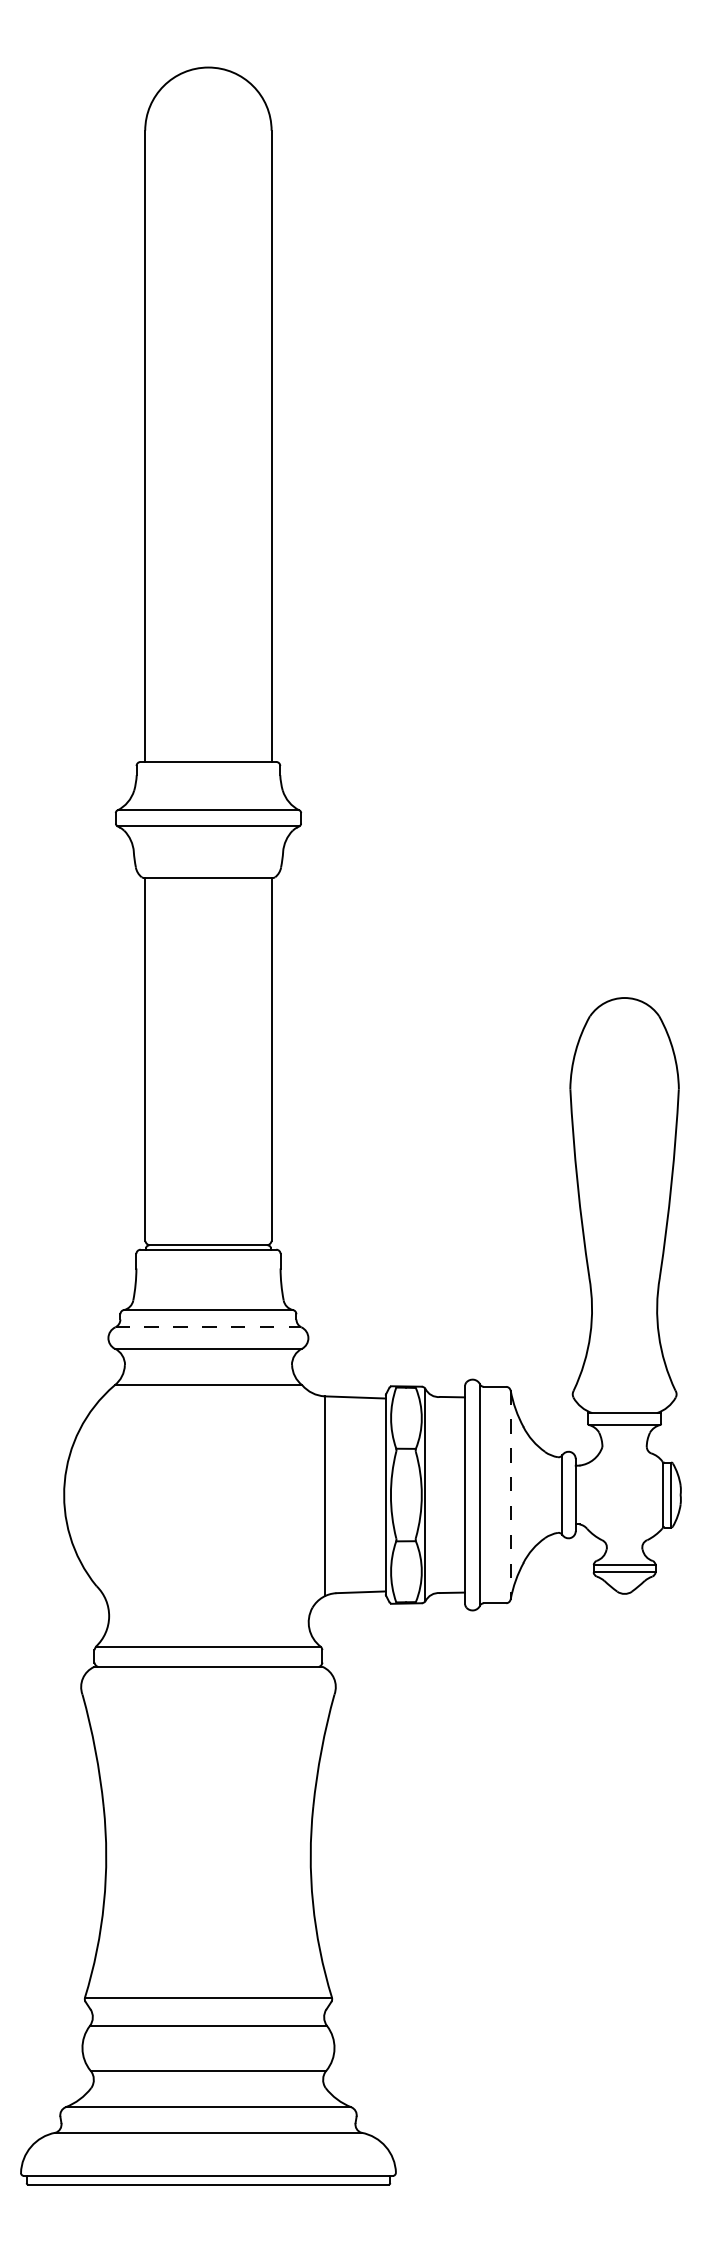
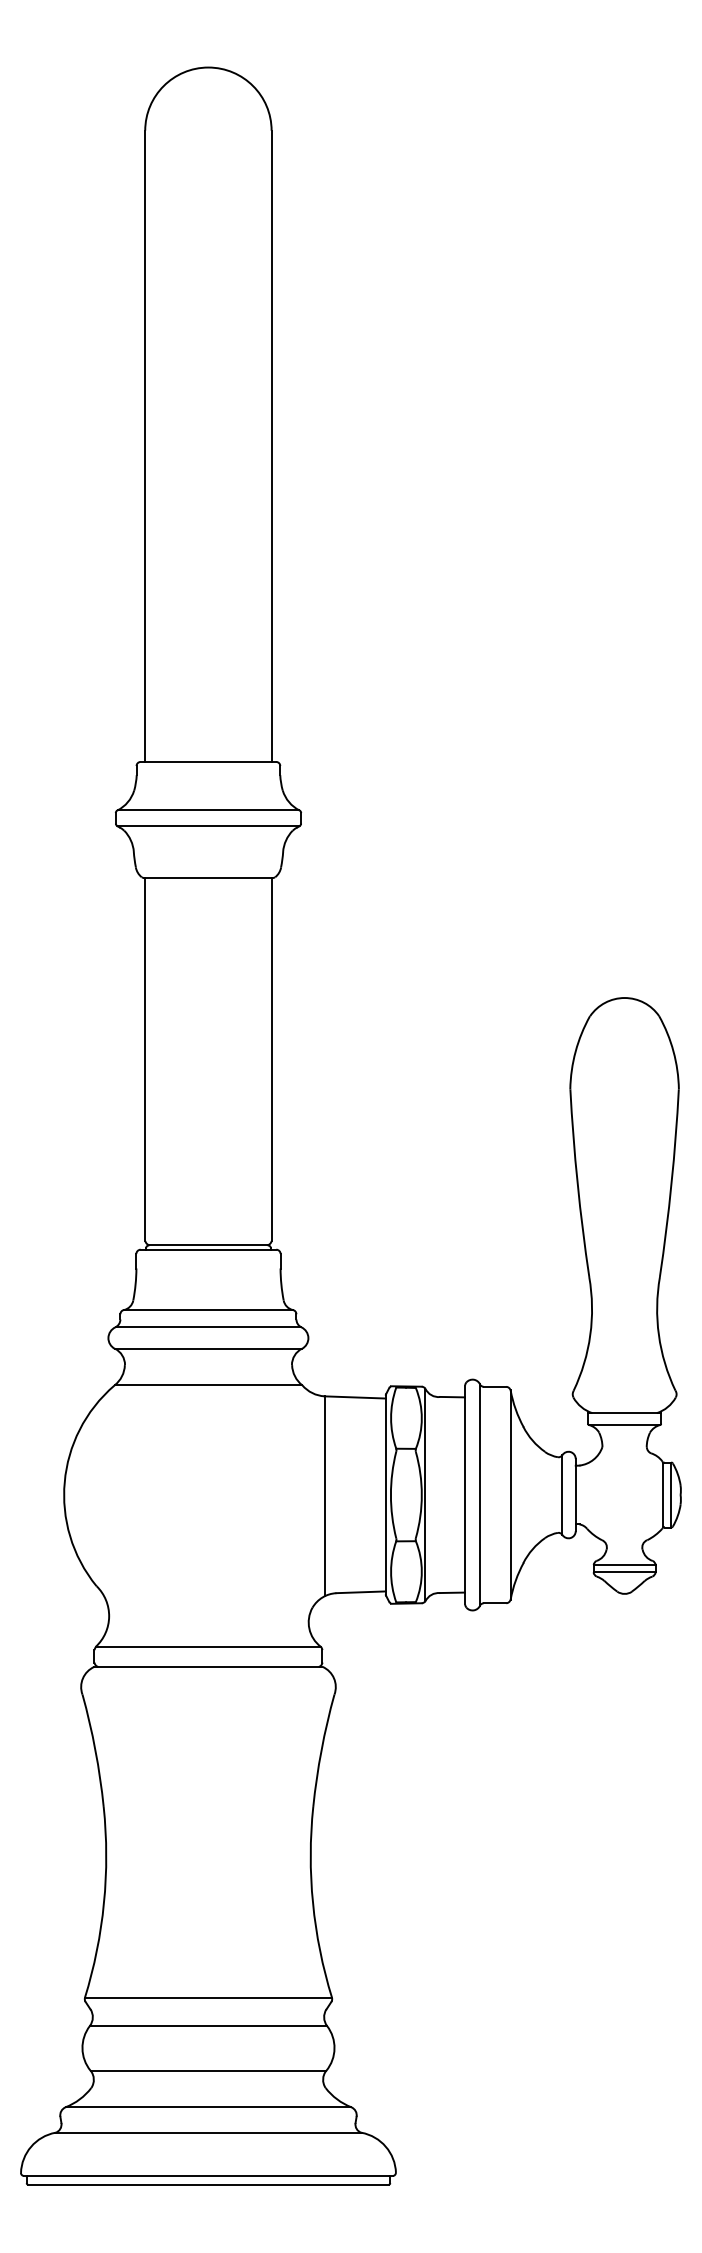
line at (208, 1327): dashed -> solid
line at (510, 1495): dashed -> solid
